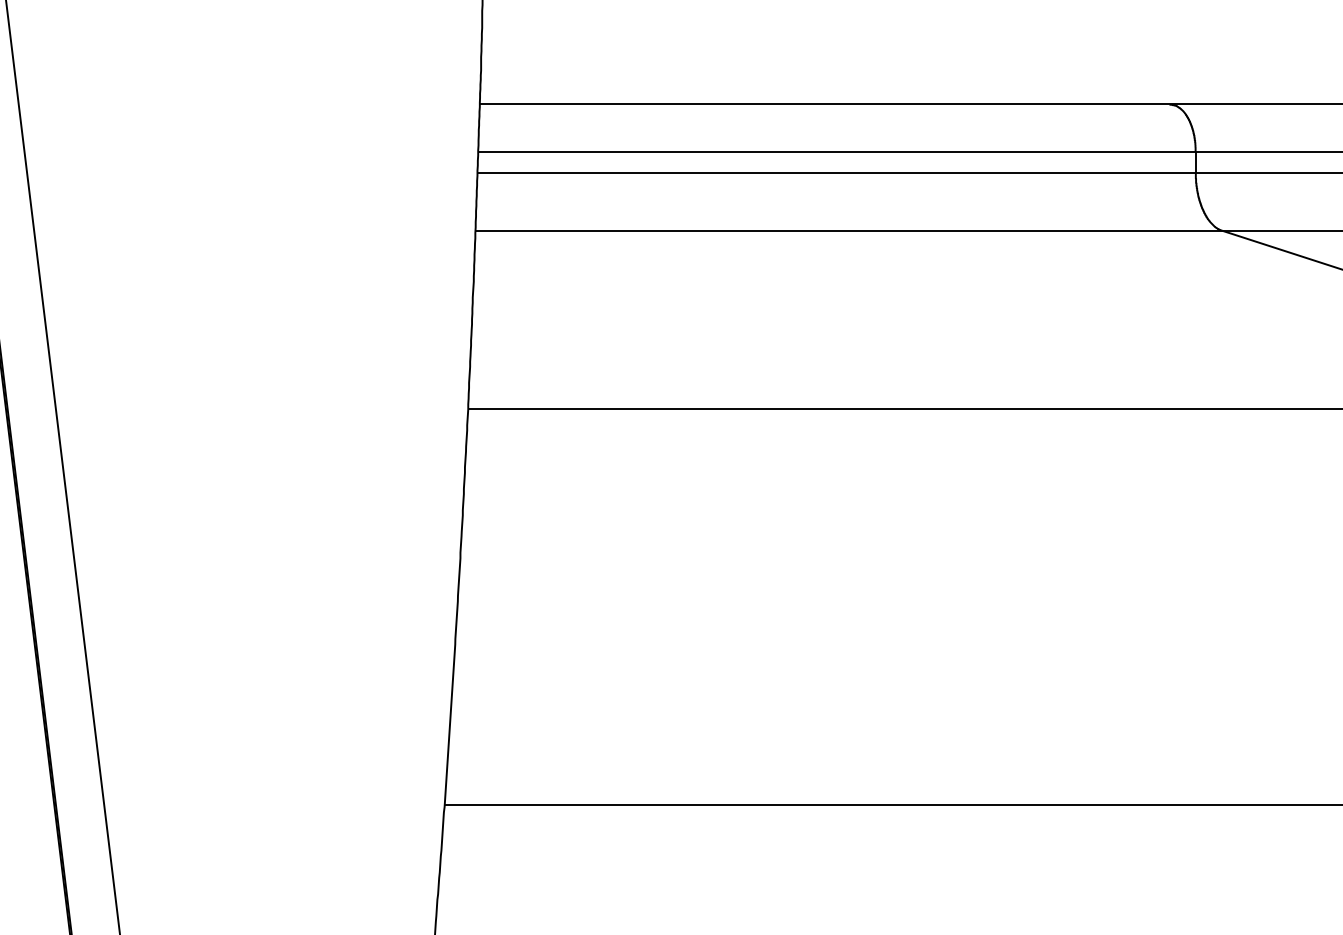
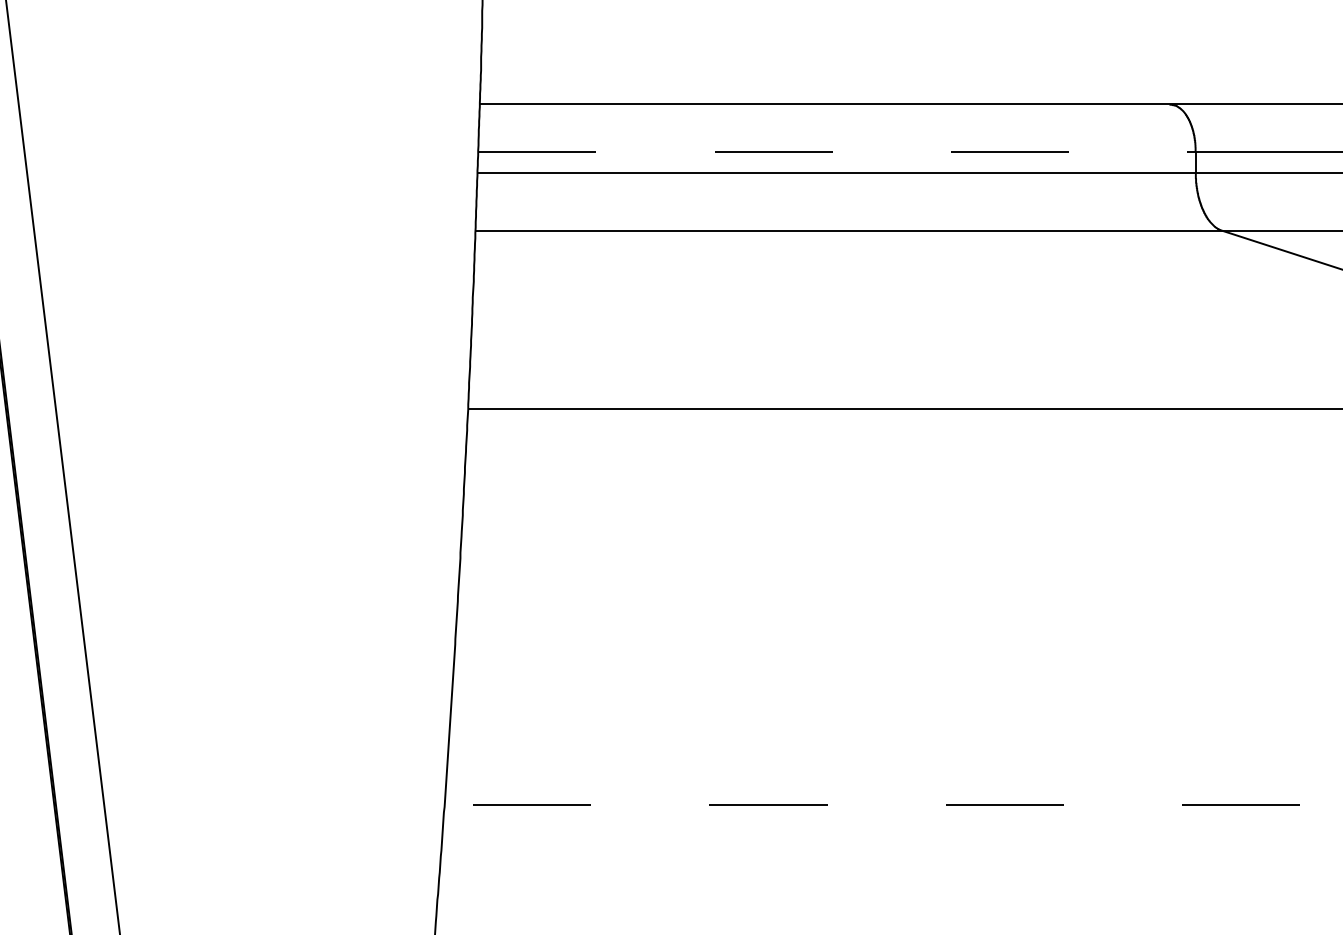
line at (836, 151): solid -> dashed
line at (893, 804): solid -> dashed
